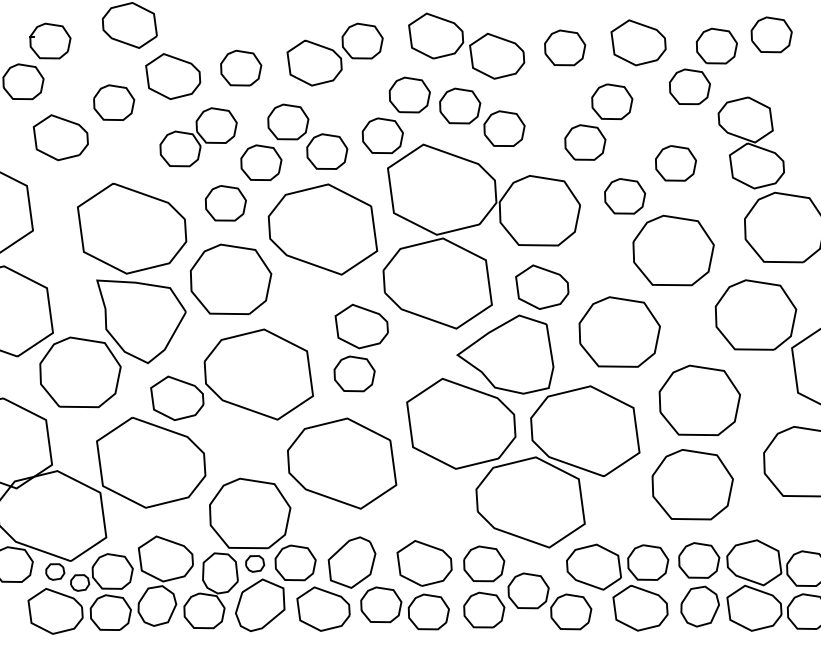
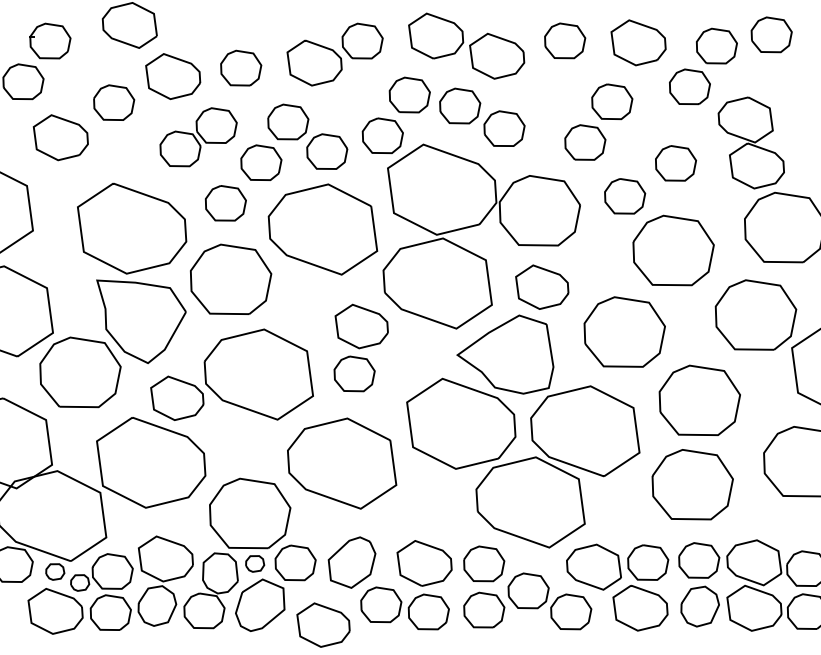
part at (565, 47) position: (565, 47) -> (565, 40)
part at (619, 331) position: (619, 331) -> (624, 331)
part at (323, 608) position: (323, 608) -> (323, 624)
